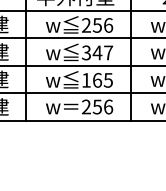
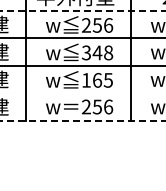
line at (83, 10): solid -> dashed
text at (108, 52): 347 -> 348
line at (82, 93): present -> none
line at (83, 120): solid -> dashed
